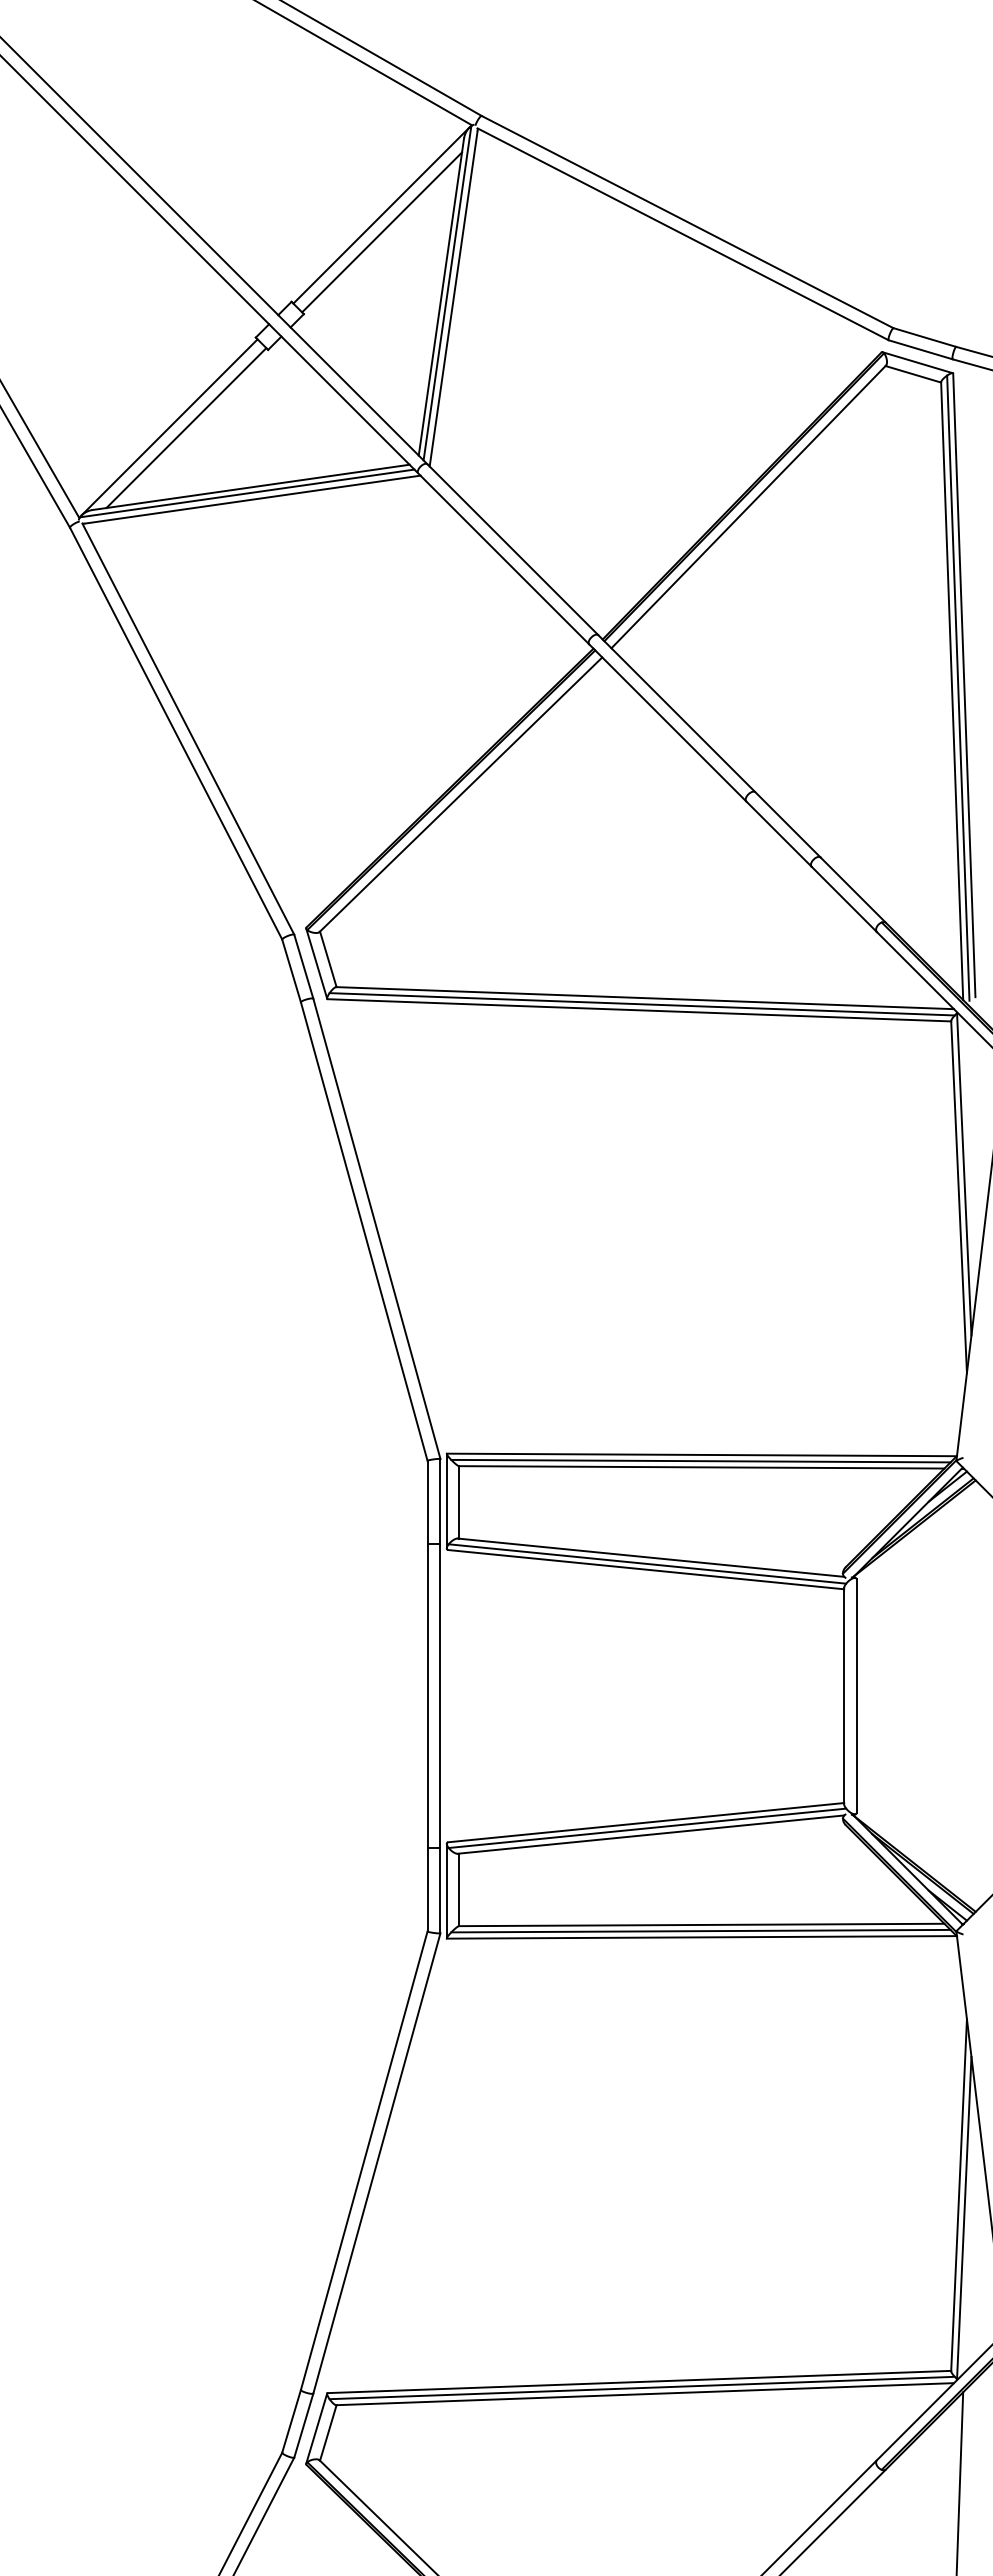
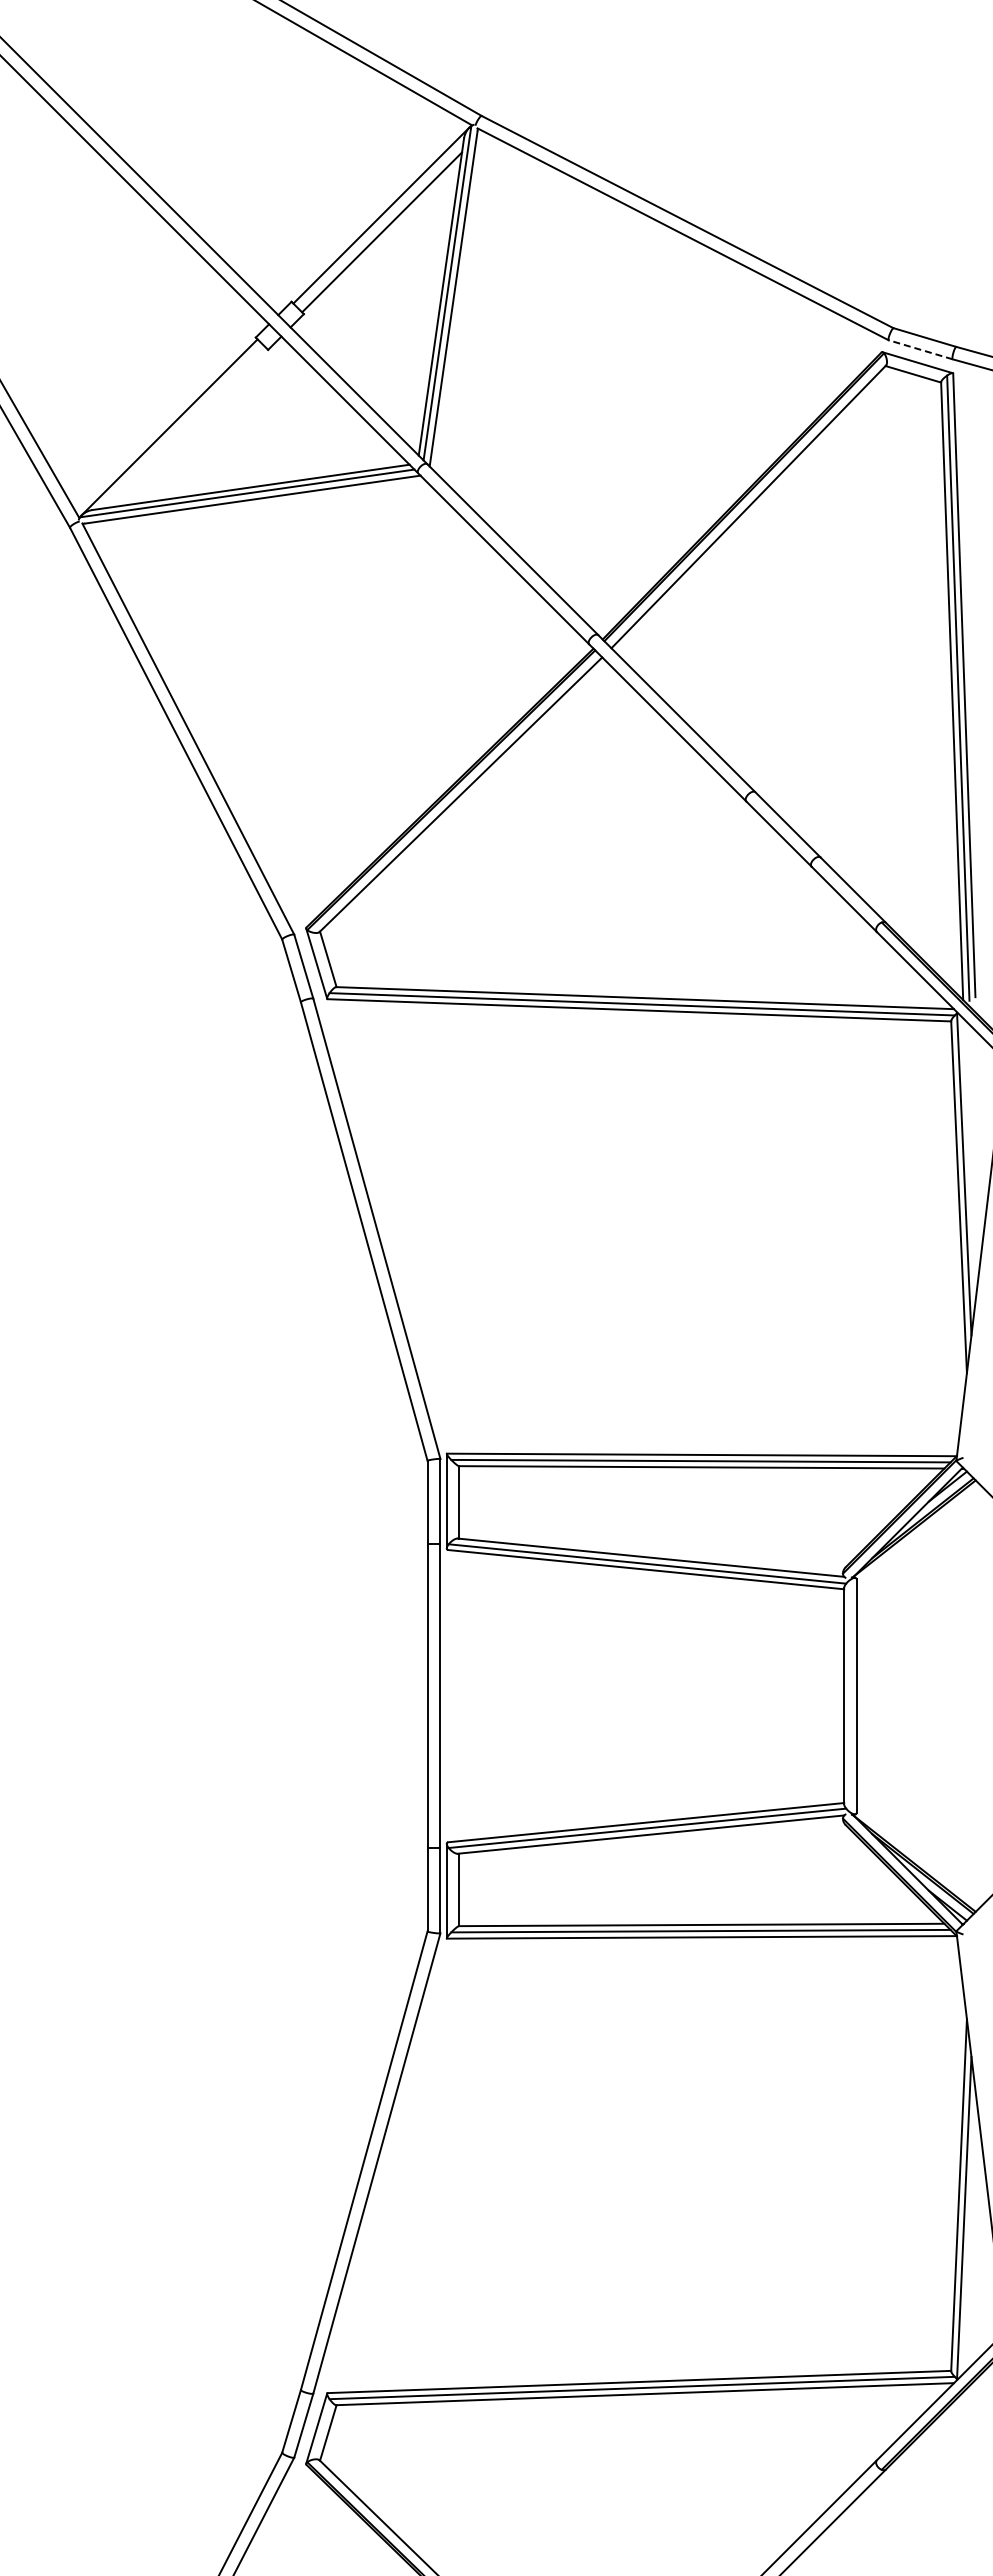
line at (920, 349): solid -> dashed
line at (186, 428): present -> none
line at (959, 2482): present -> none
